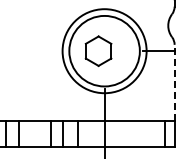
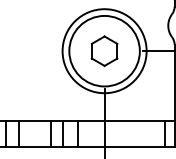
part at (98, 50) position: (98, 50) -> (104, 50)
line at (174, 82): dashed -> solid
